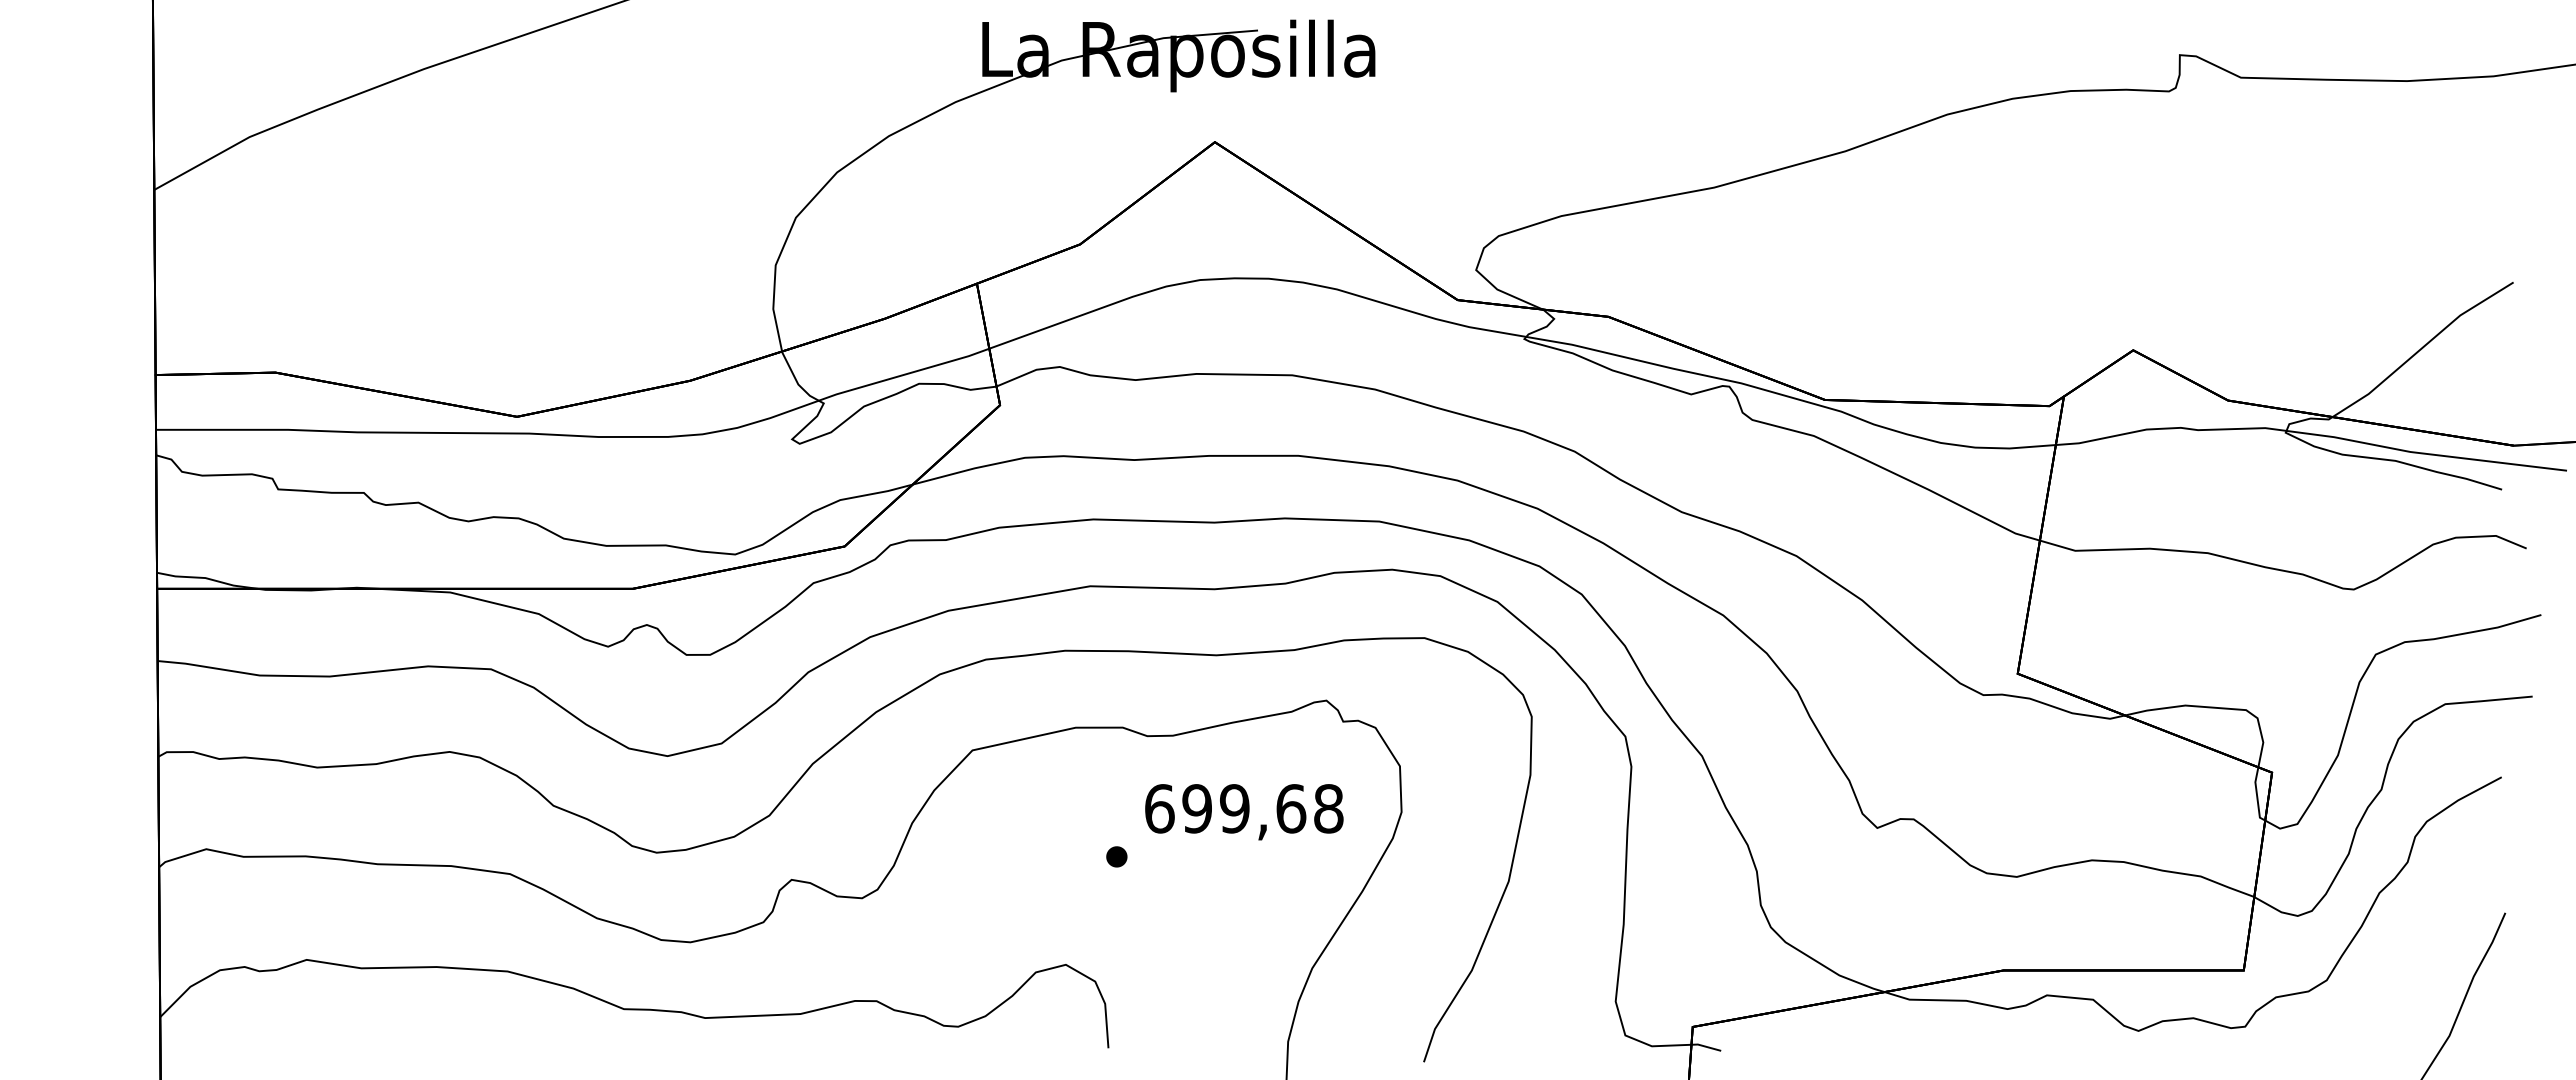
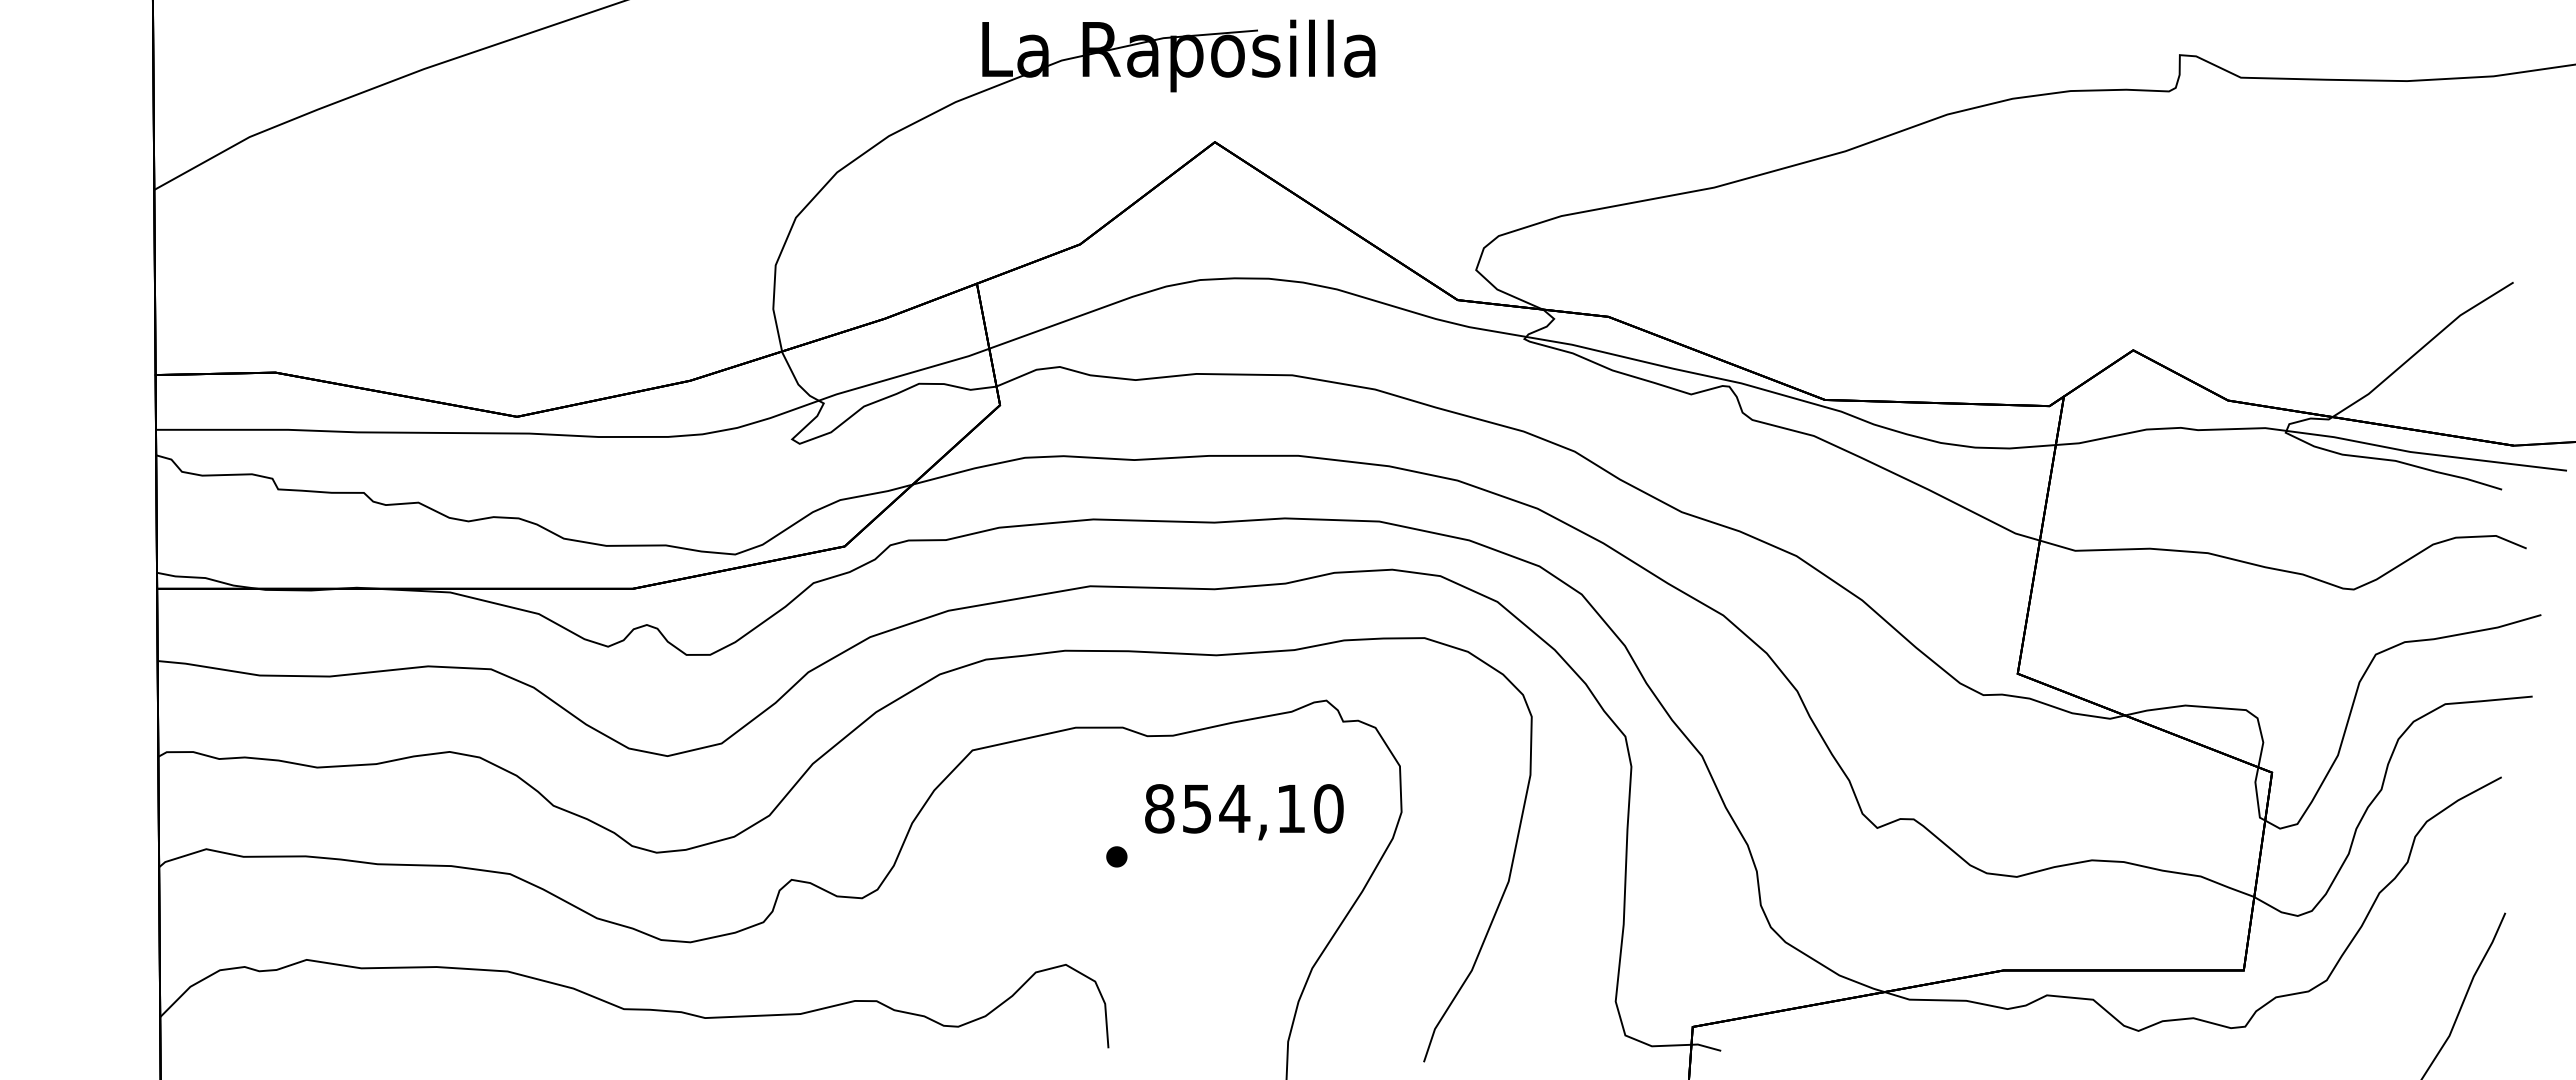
text at (1244, 808): 699,68 -> 854,10
